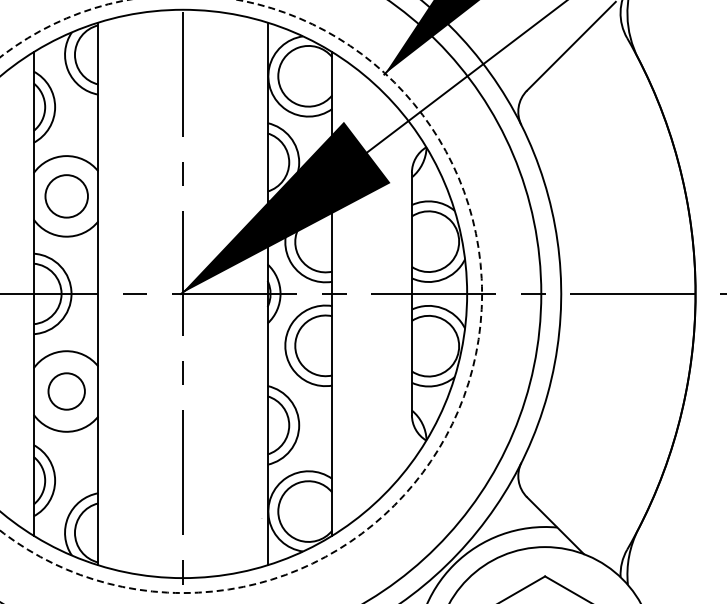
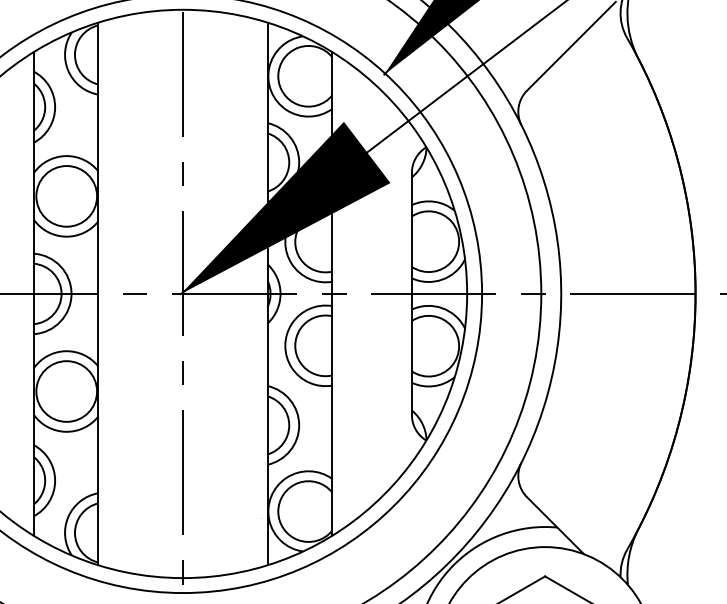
circle at (66, 196) diameter: 42 px -> 61 px
circle at (241, 296): dashed -> solid
circle at (66, 391) diameter: 36 px -> 61 px
